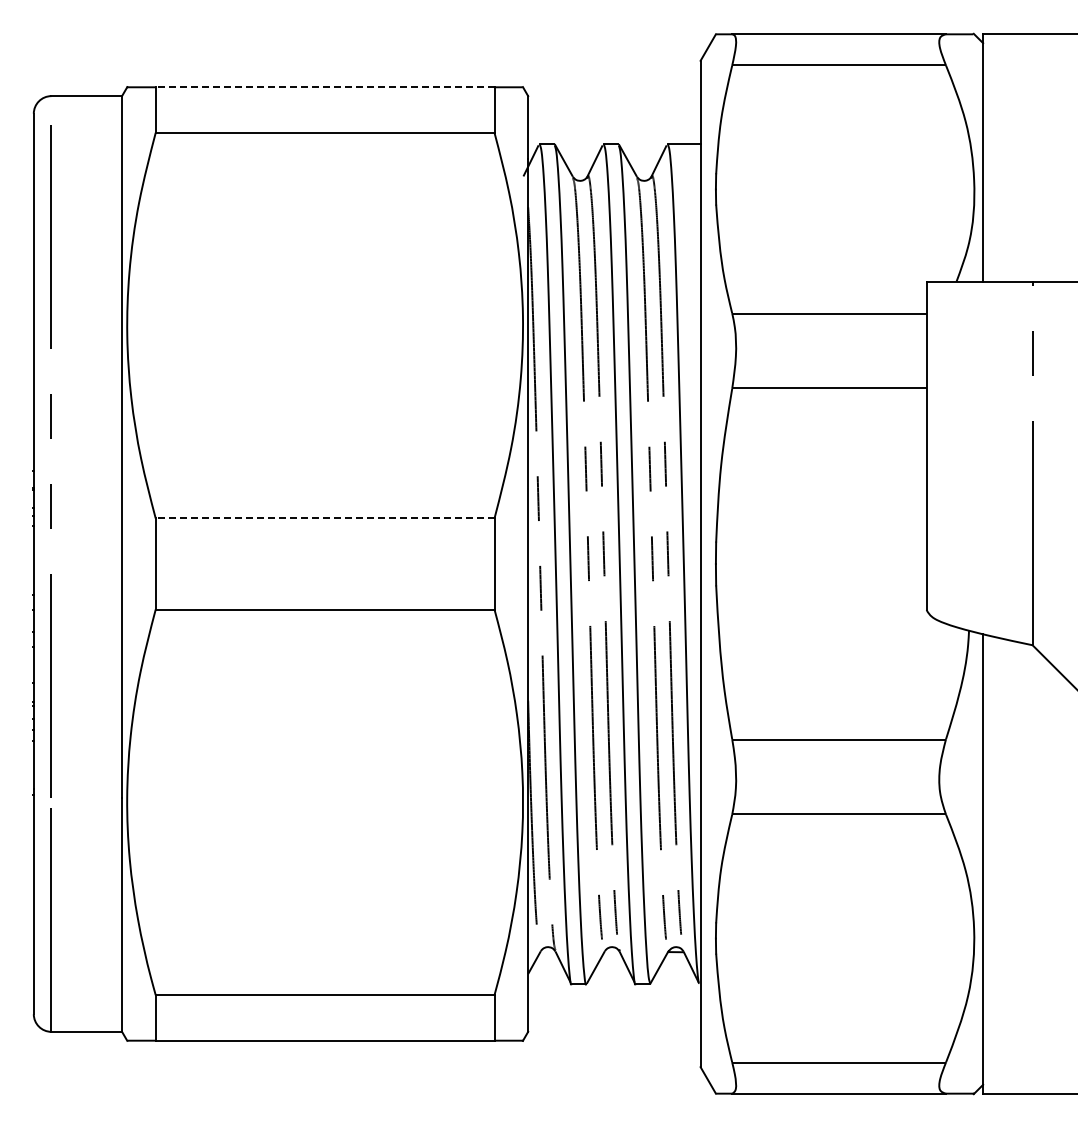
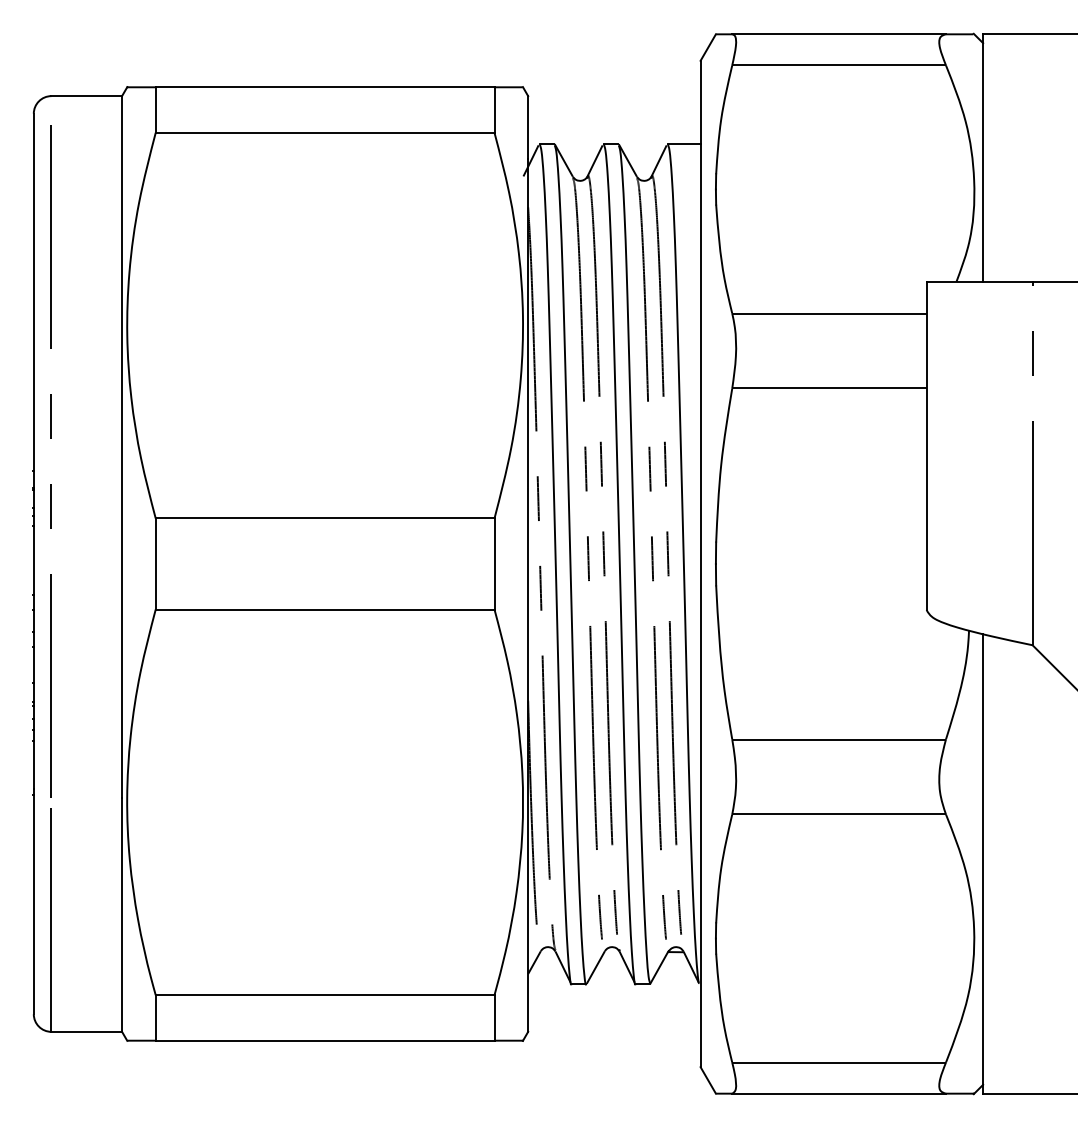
line at (324, 87): dashed -> solid
line at (324, 518): dashed -> solid
